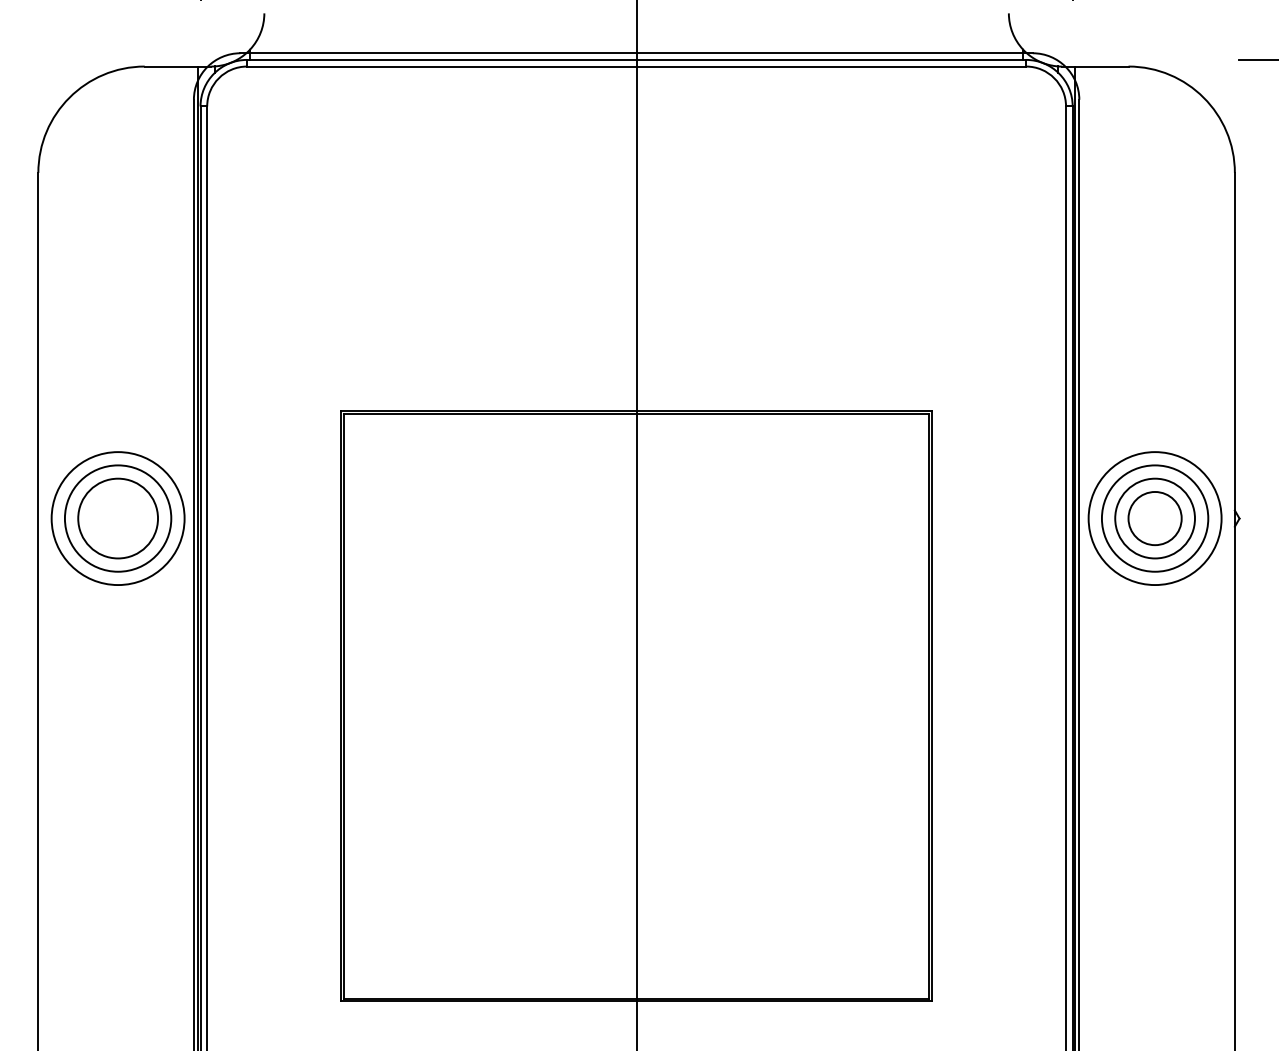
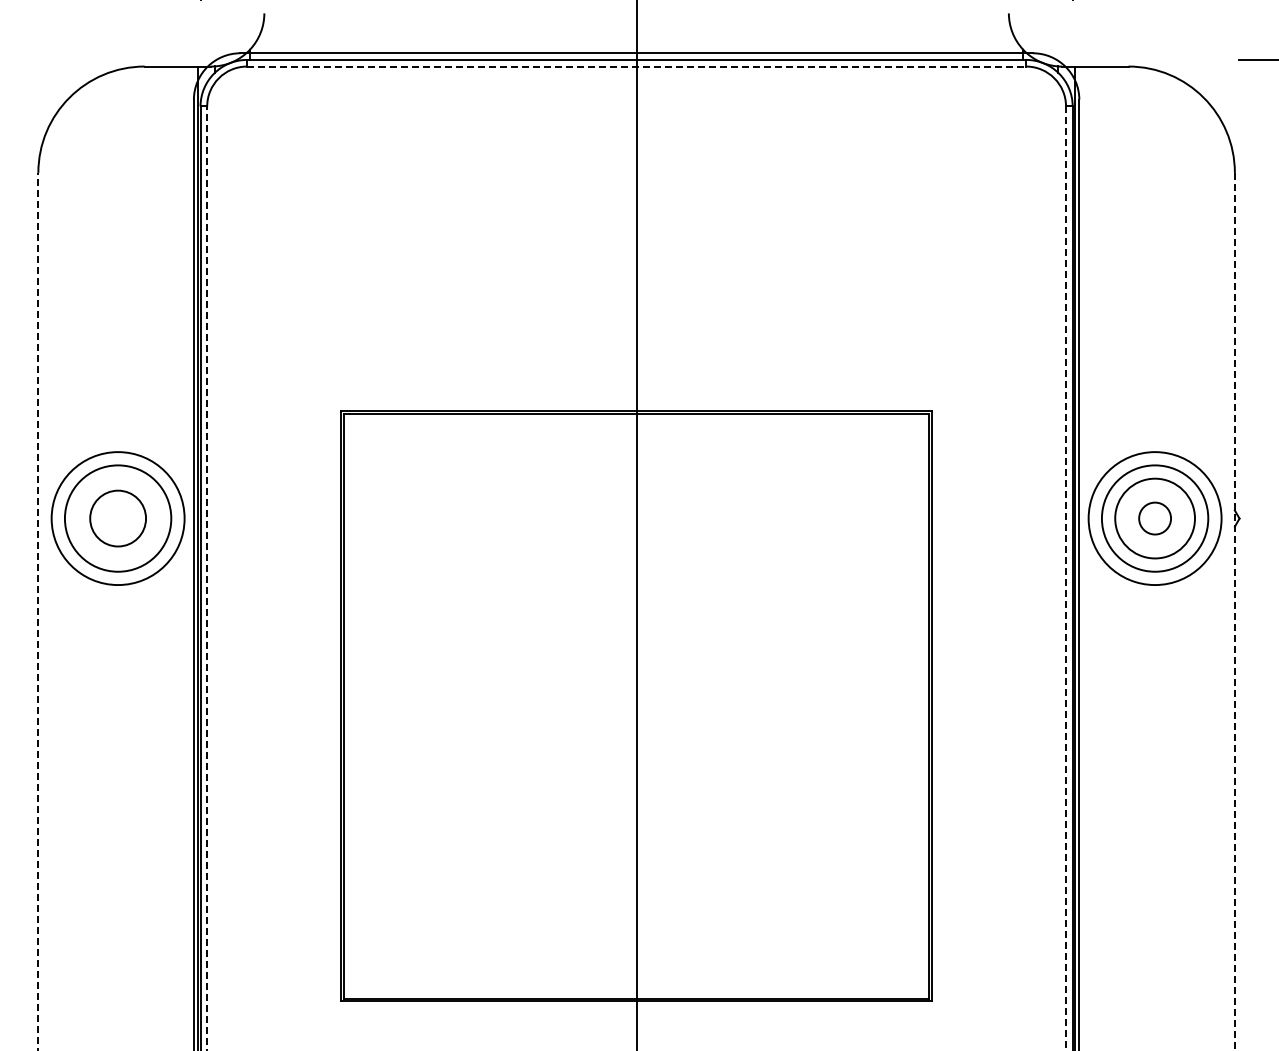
line at (636, 66): solid -> dashed
circle at (118, 518) diameter: 80 px -> 56 px
circle at (1154, 518) diameter: 53 px -> 32 px
line at (207, 578): solid -> dashed
line at (1066, 578): solid -> dashed
line at (38, 611): solid -> dashed
line at (1234, 611): solid -> dashed
